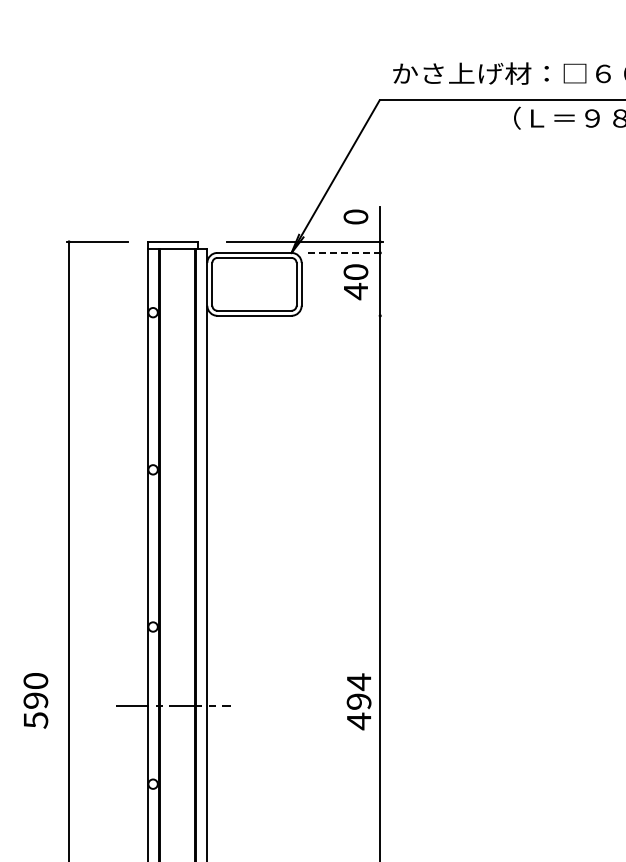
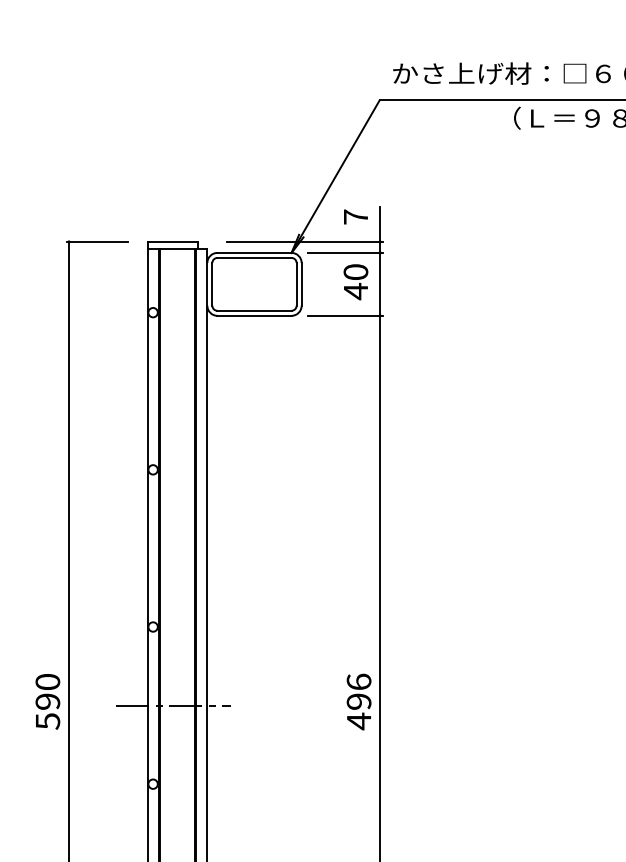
text at (355, 216): 0 -> 7
line at (345, 252): dashed -> solid
line at (345, 315): none -> present
text at (358, 682): 494 -> 496
text at (35, 700) position: (35, 700) -> (47, 701)
